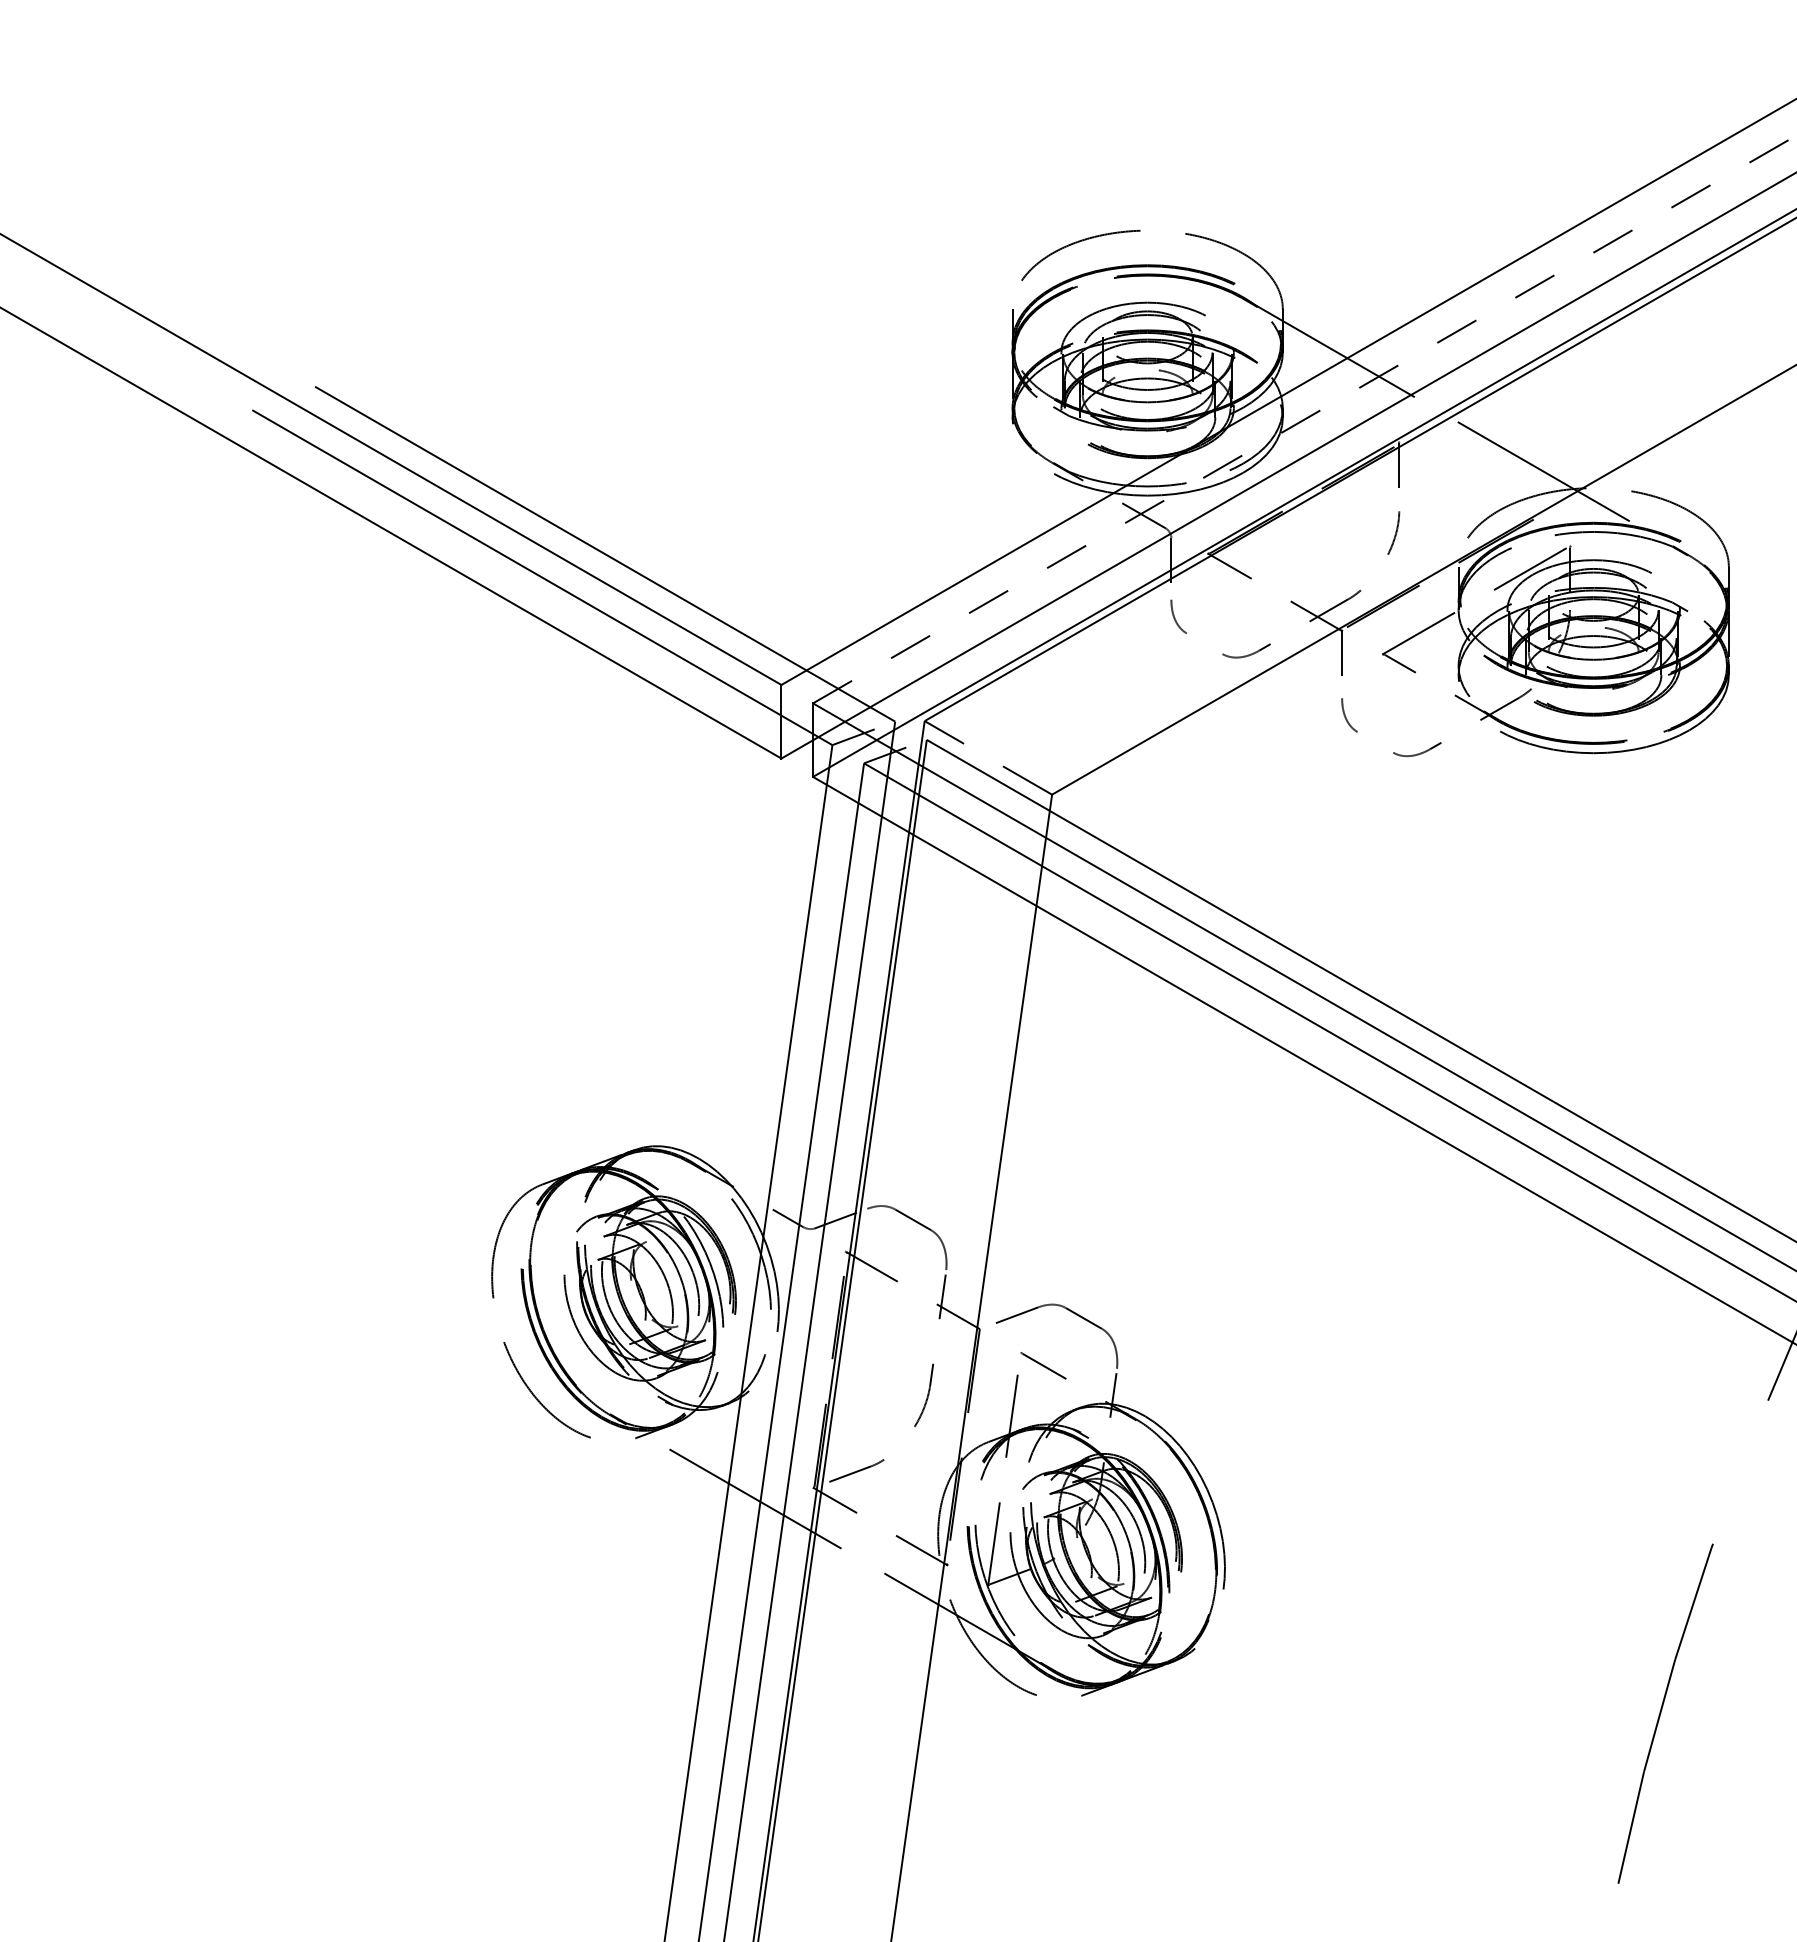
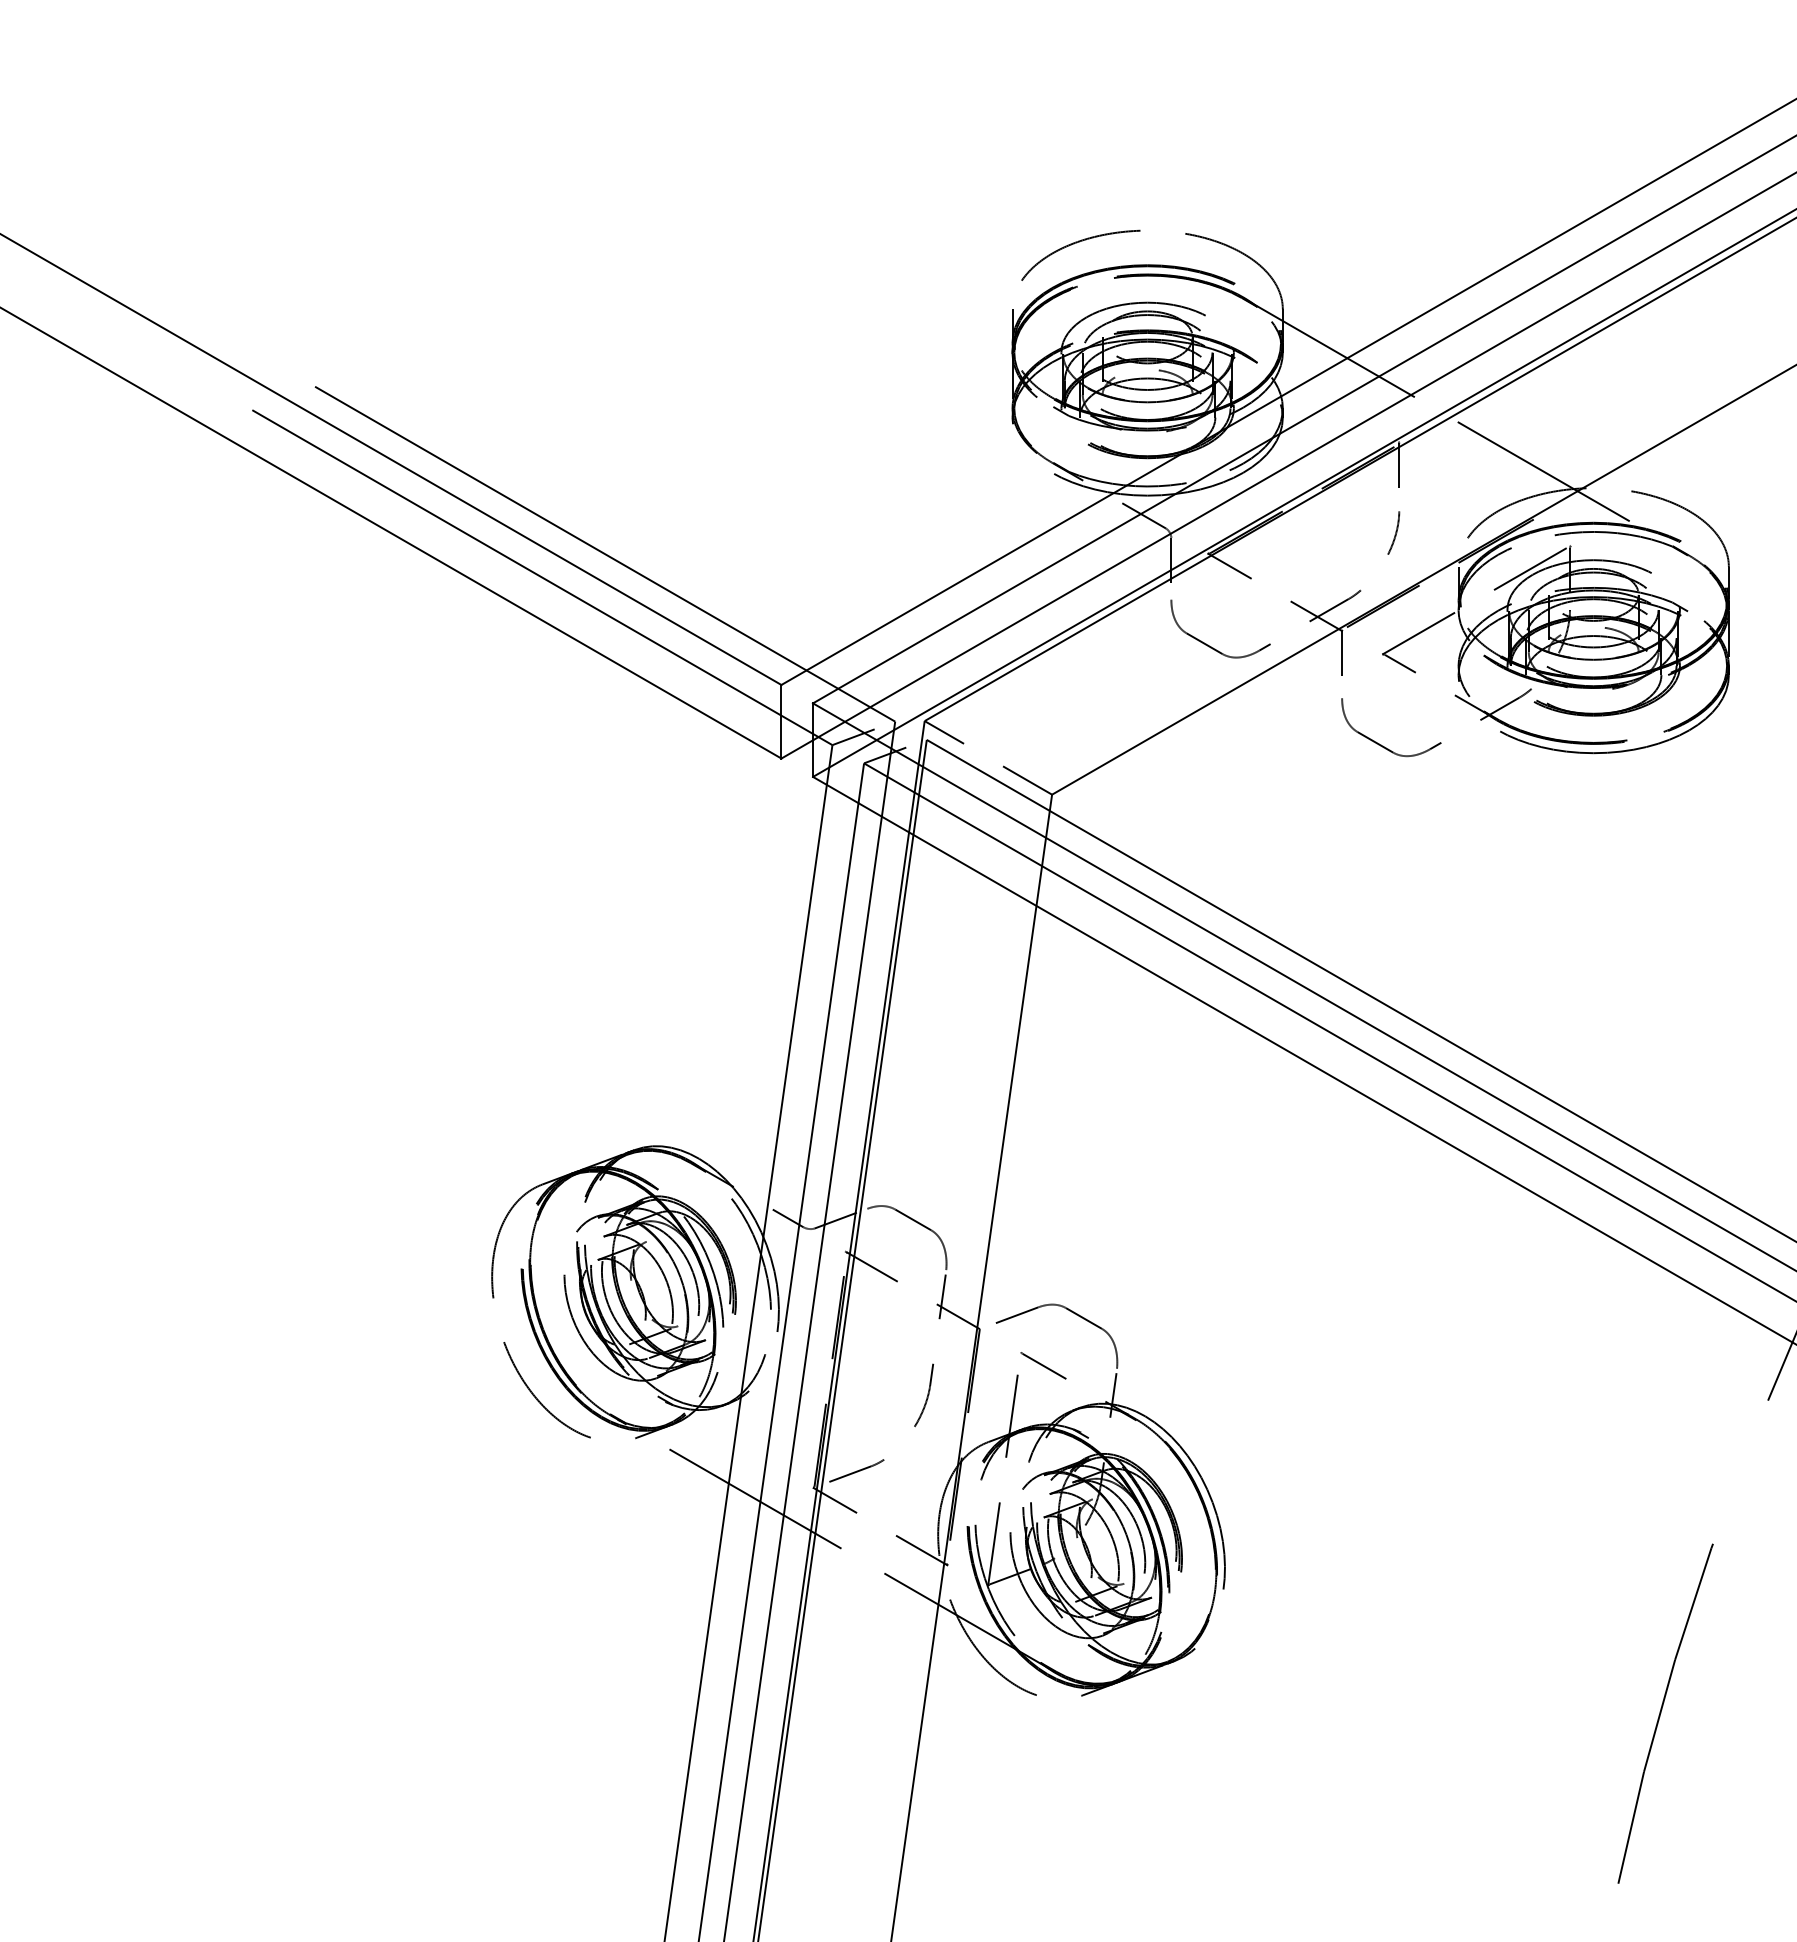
line at (1304, 419): dashed -> solid
line at (1204, 643): none -> present
line at (1375, 742): none -> present
